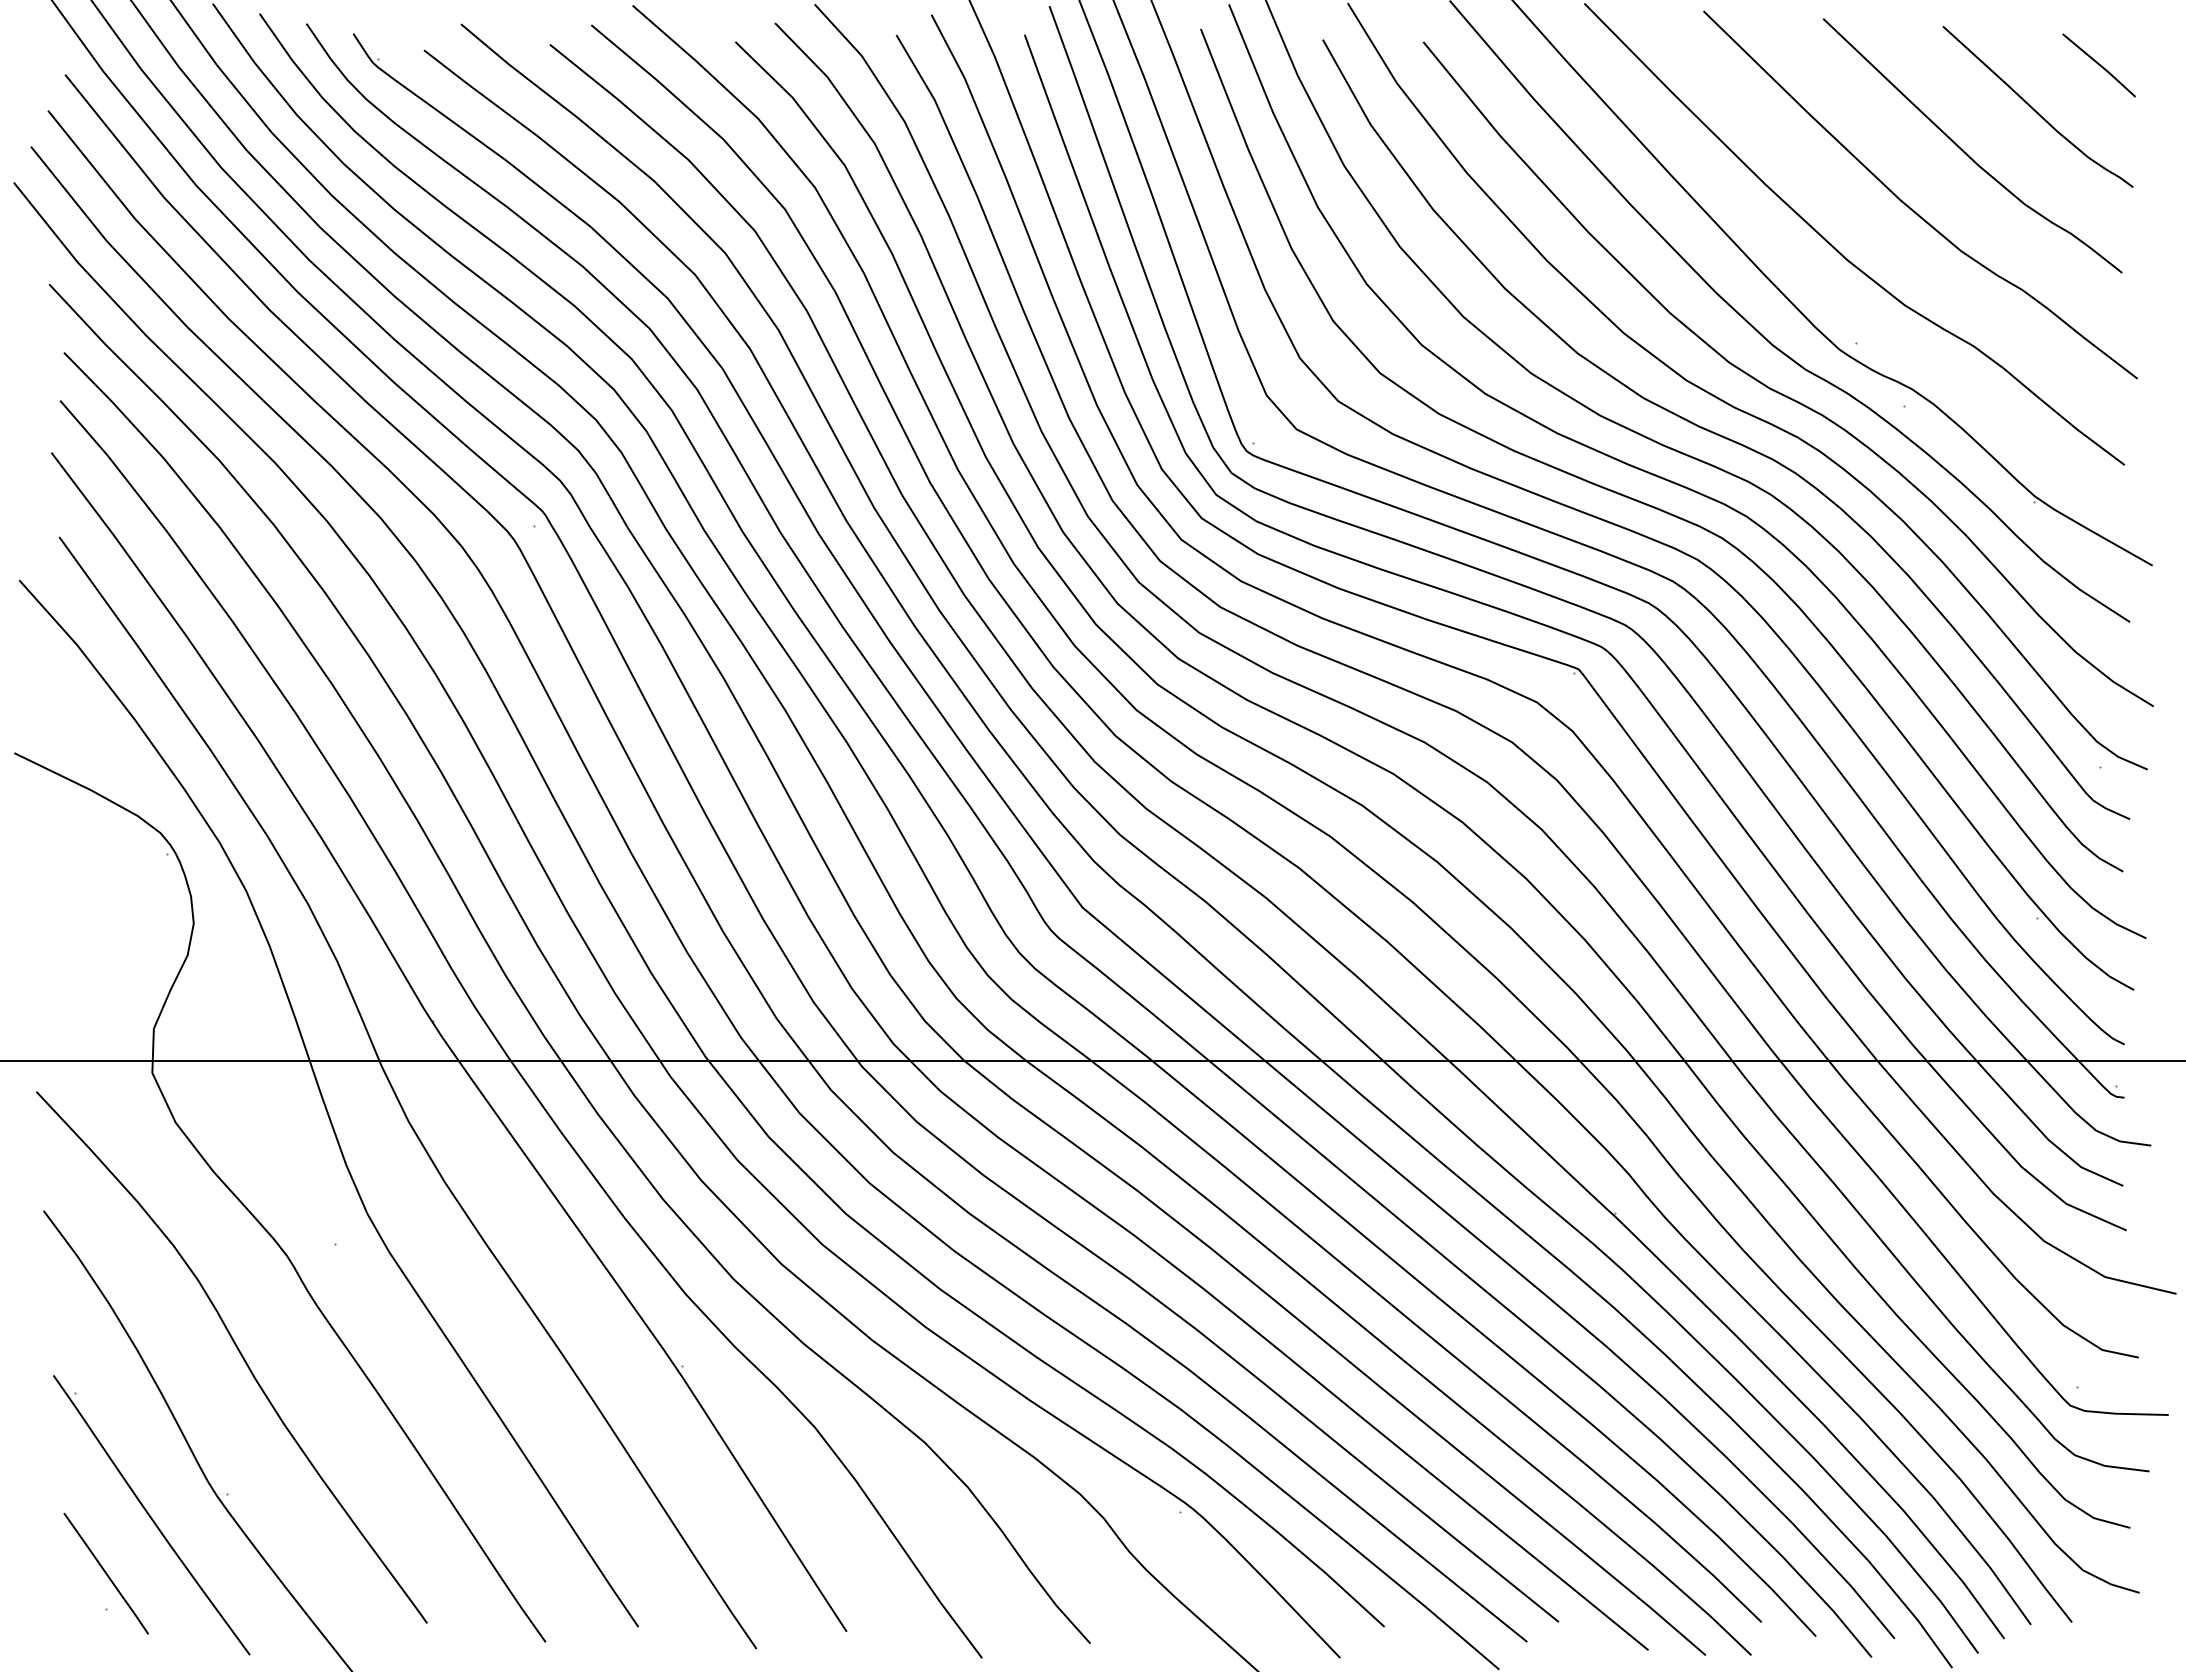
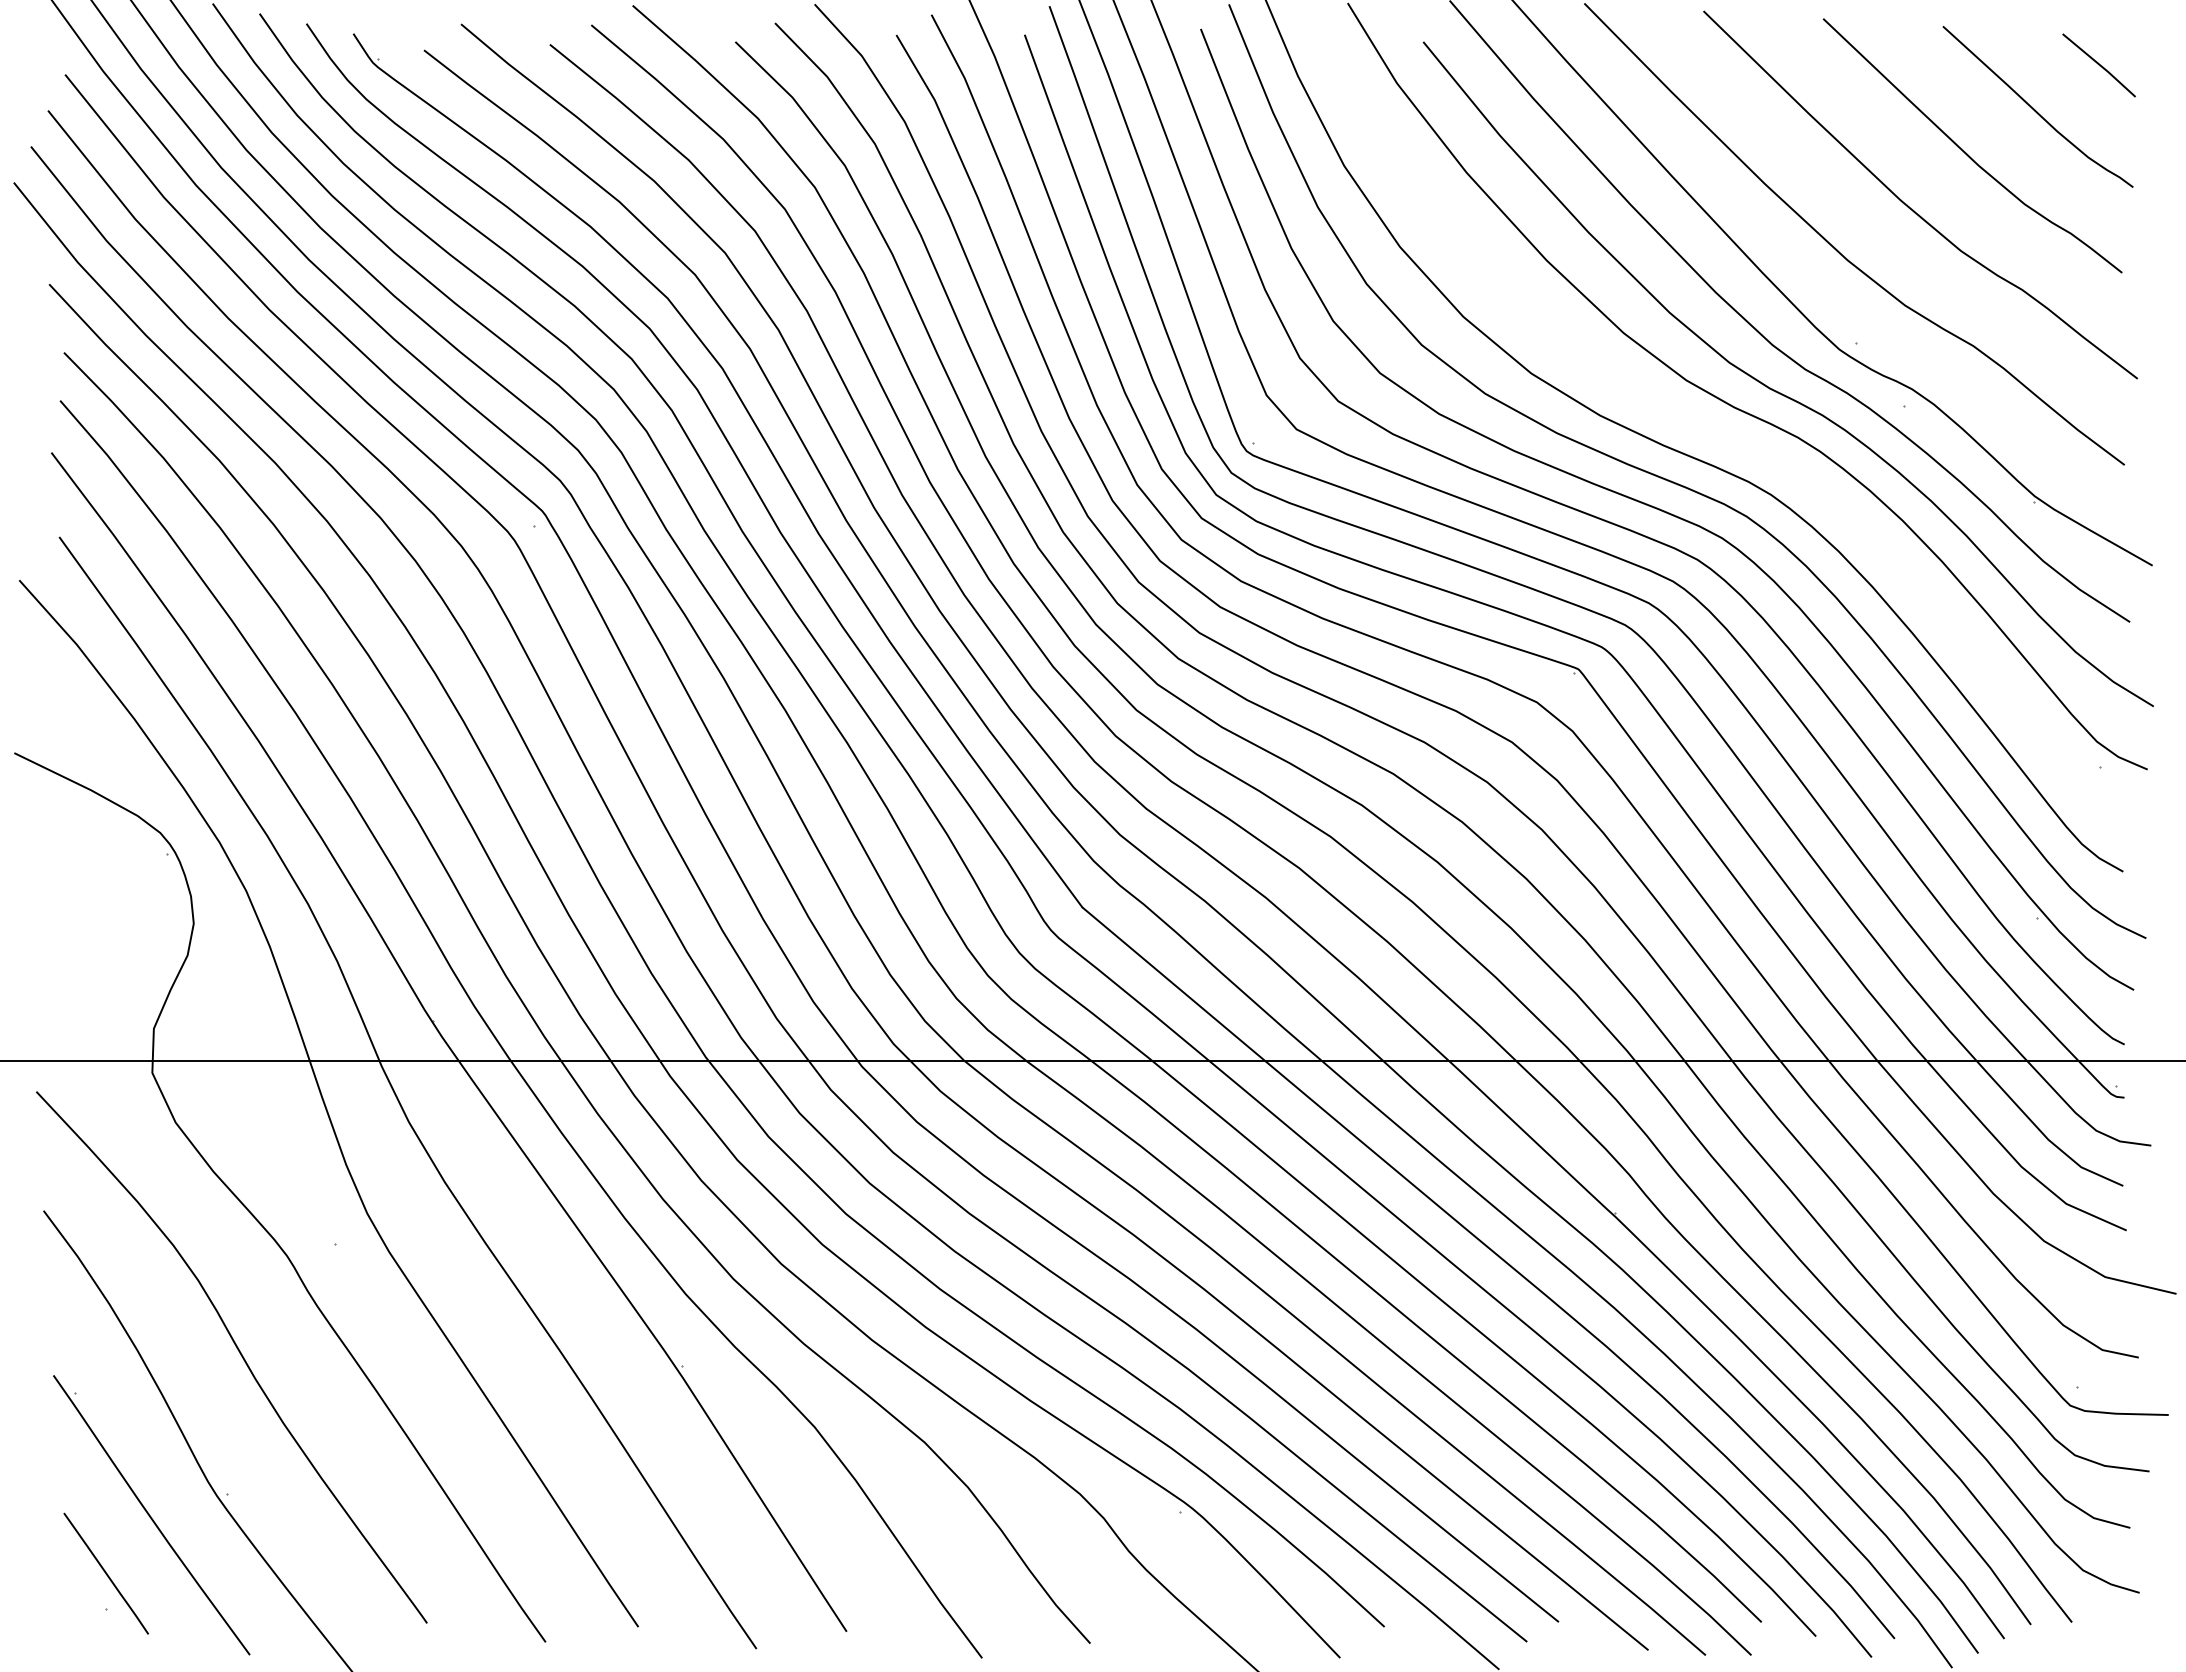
curve at (1725, 436): present -> none
